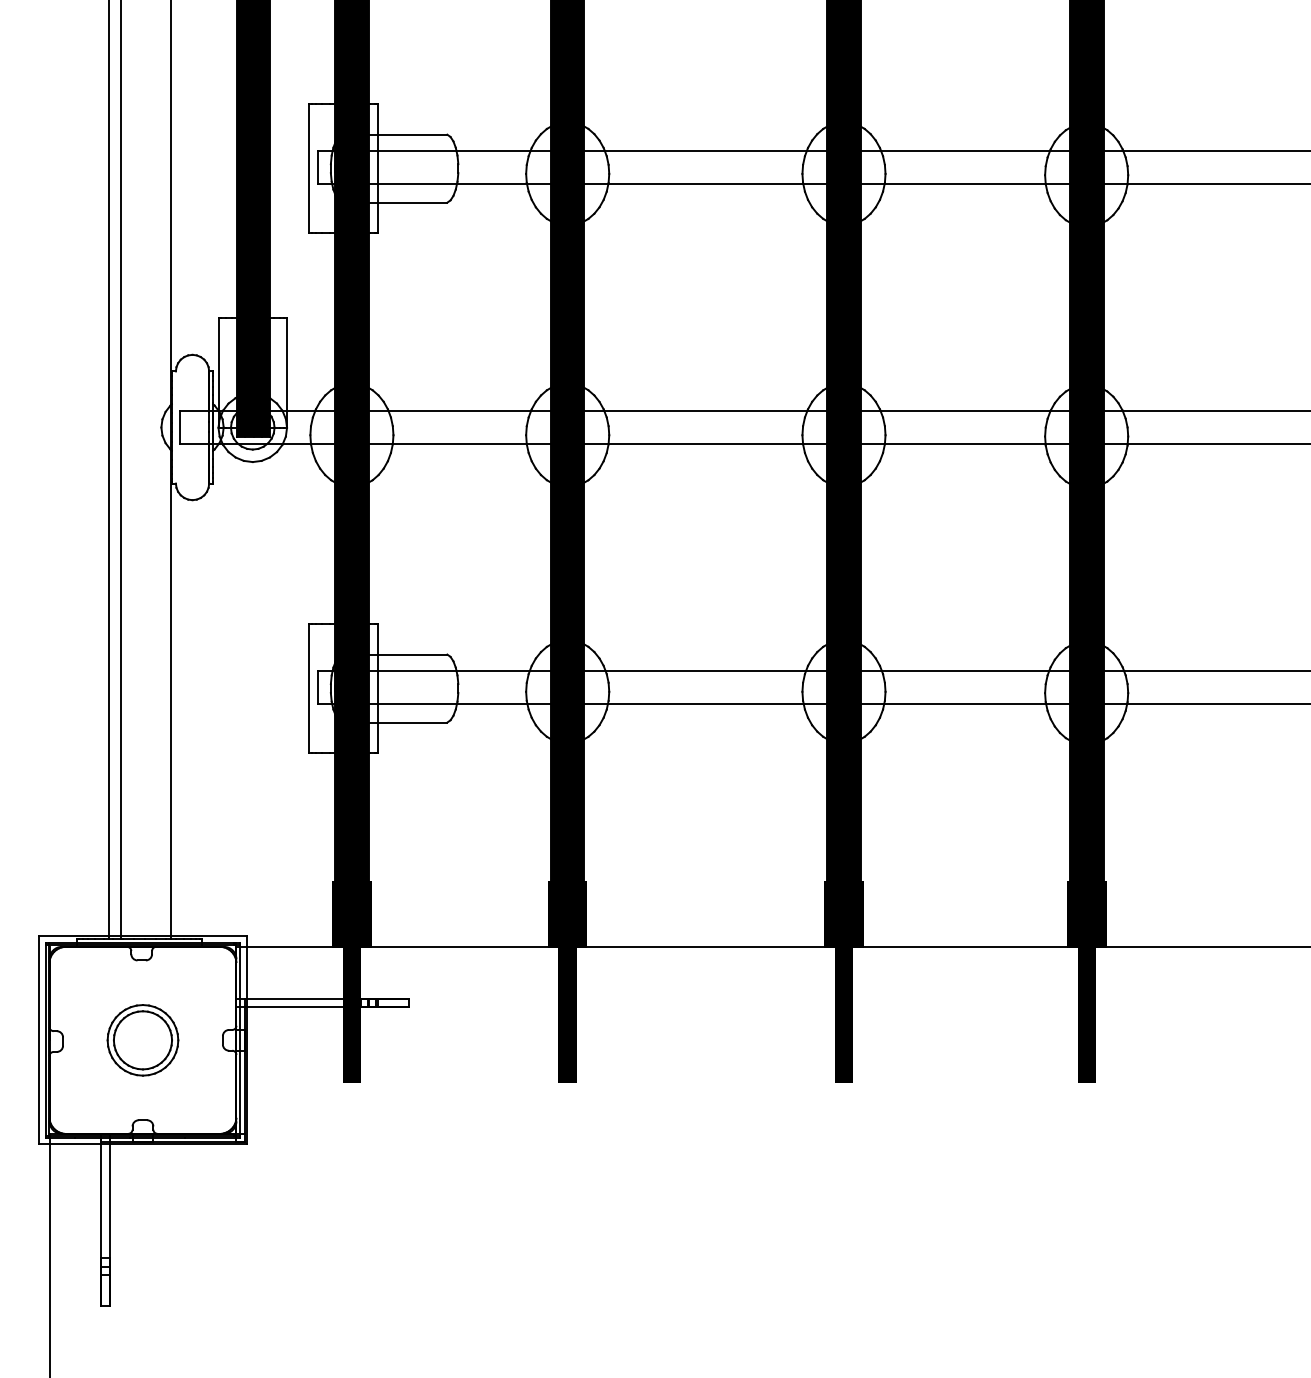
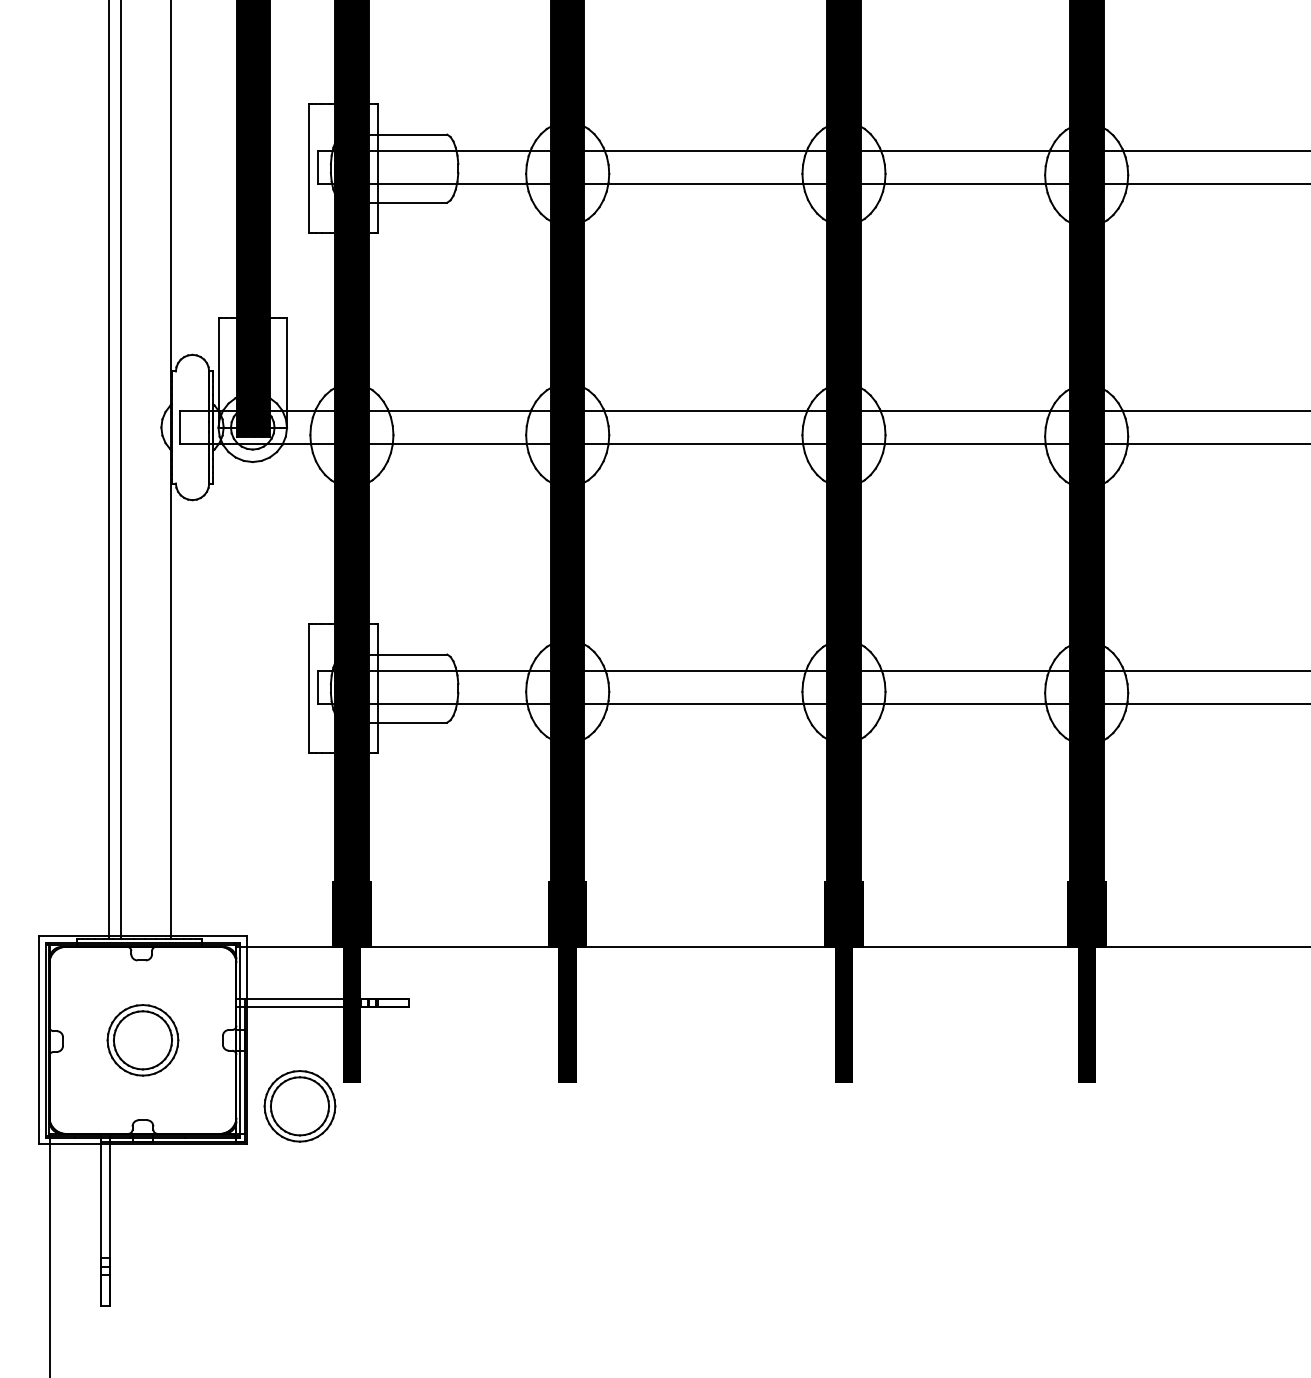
part at (299, 1106): none -> present
